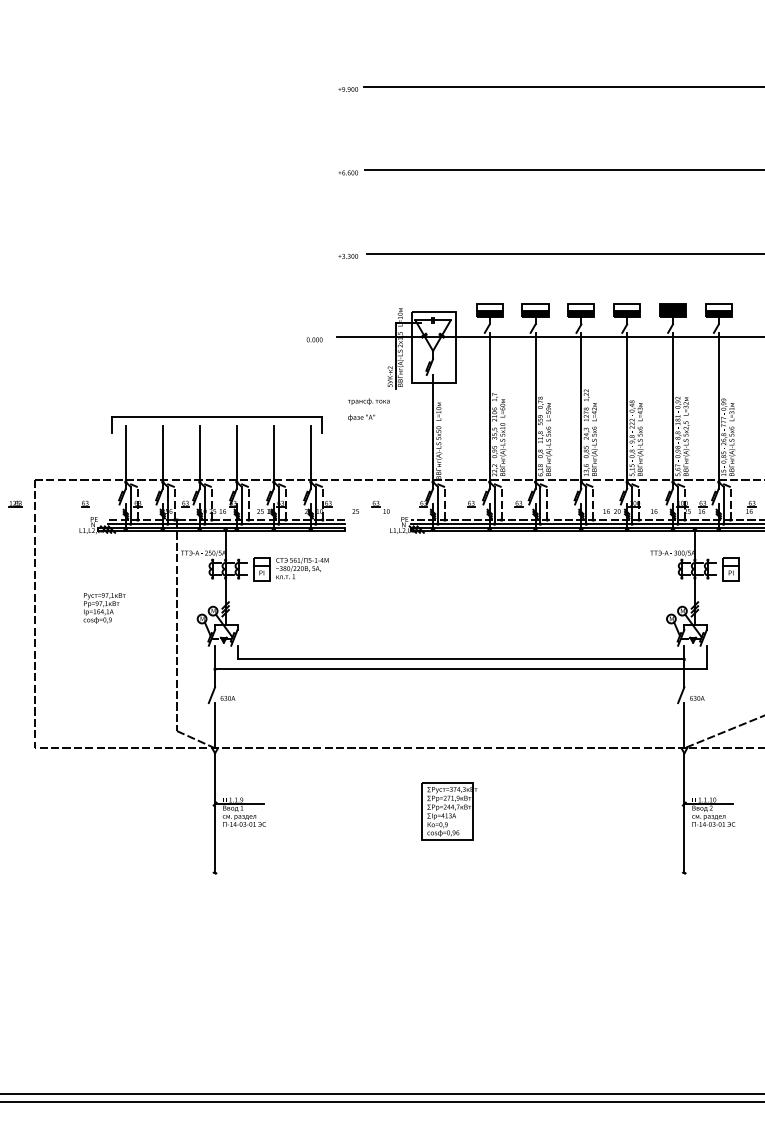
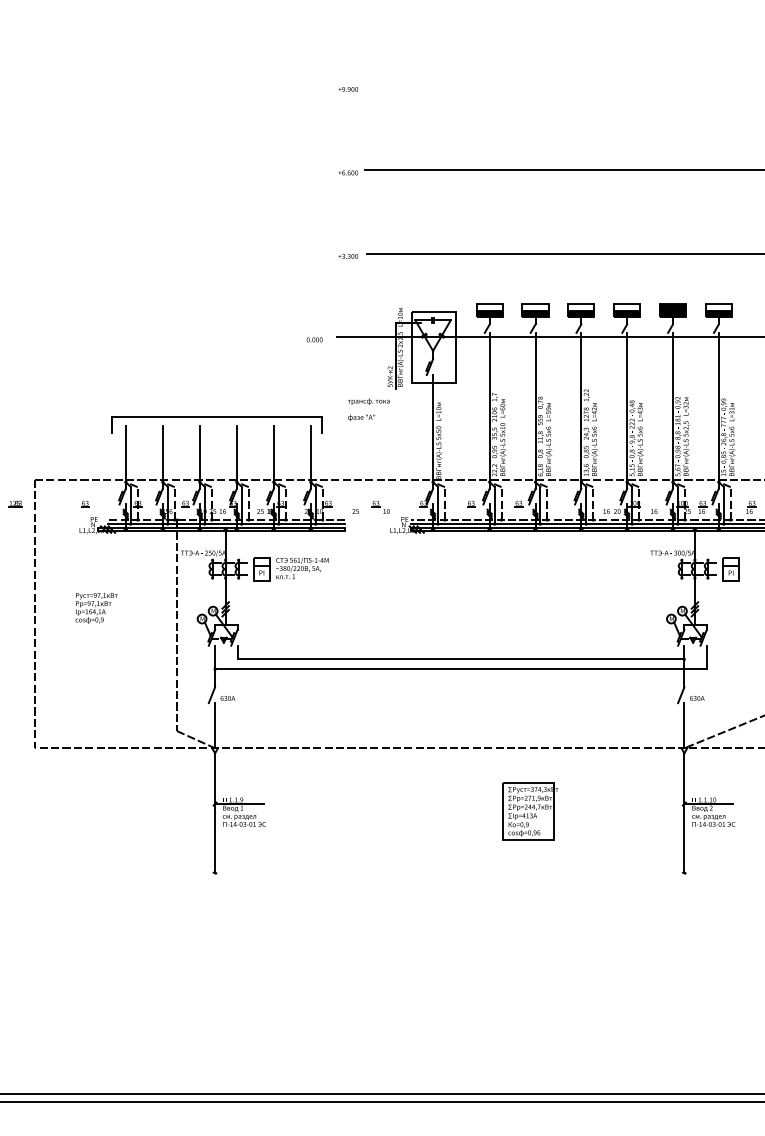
line at (562, 86): present -> none
text at (104, 608) position: (104, 608) -> (96, 608)
part at (449, 811) position: (449, 811) -> (530, 811)
